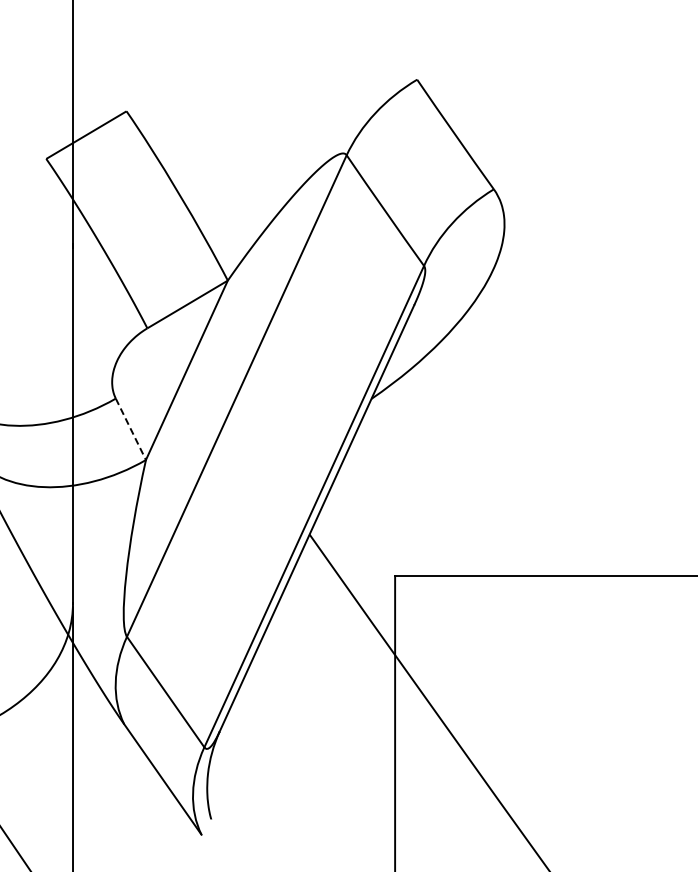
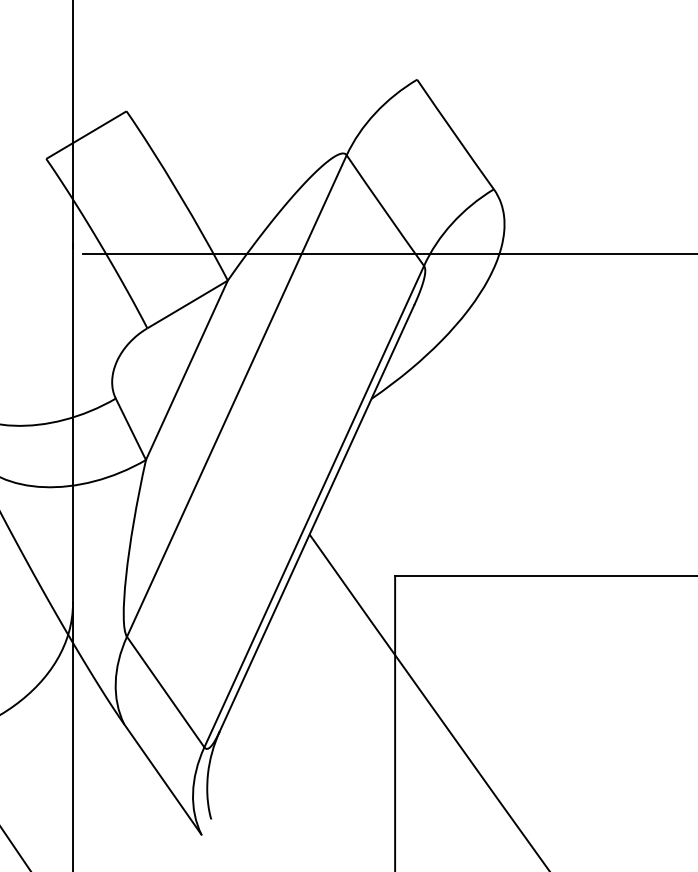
line at (388, 254): none -> present
line at (131, 429): dashed -> solid
